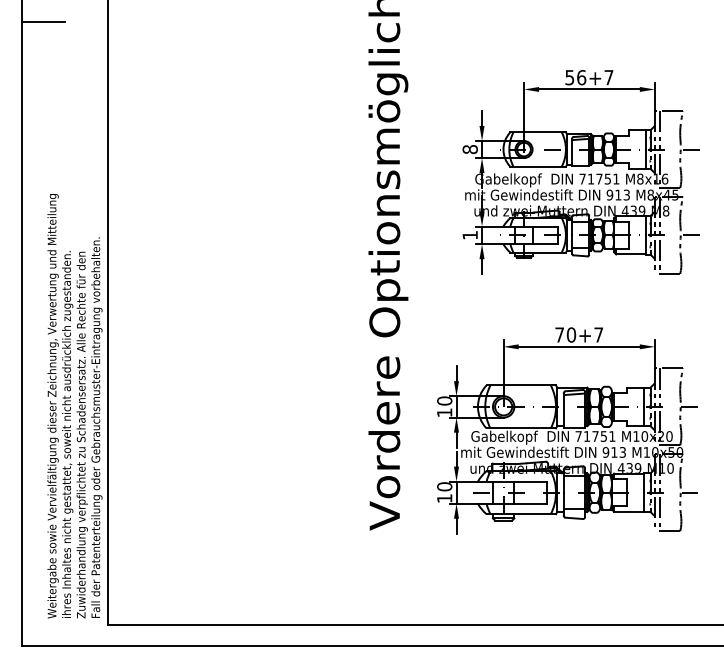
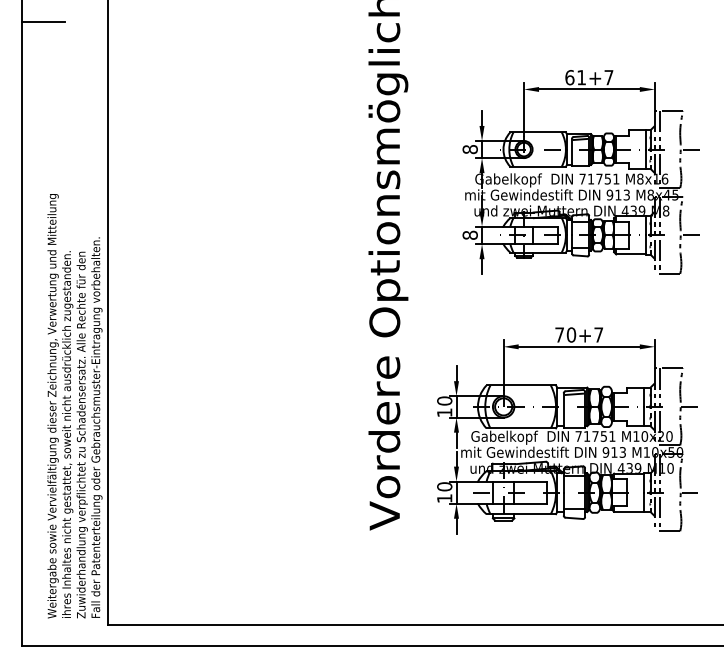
text at (575, 77): 56+7 -> 61+7
text at (469, 234): 1 -> 8
